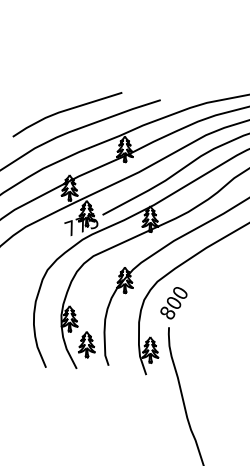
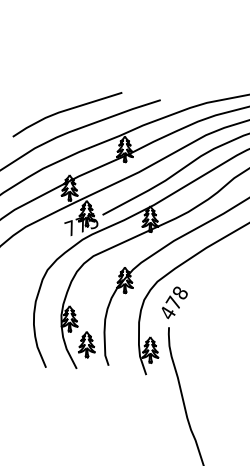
text at (173, 302): 800 -> 478
